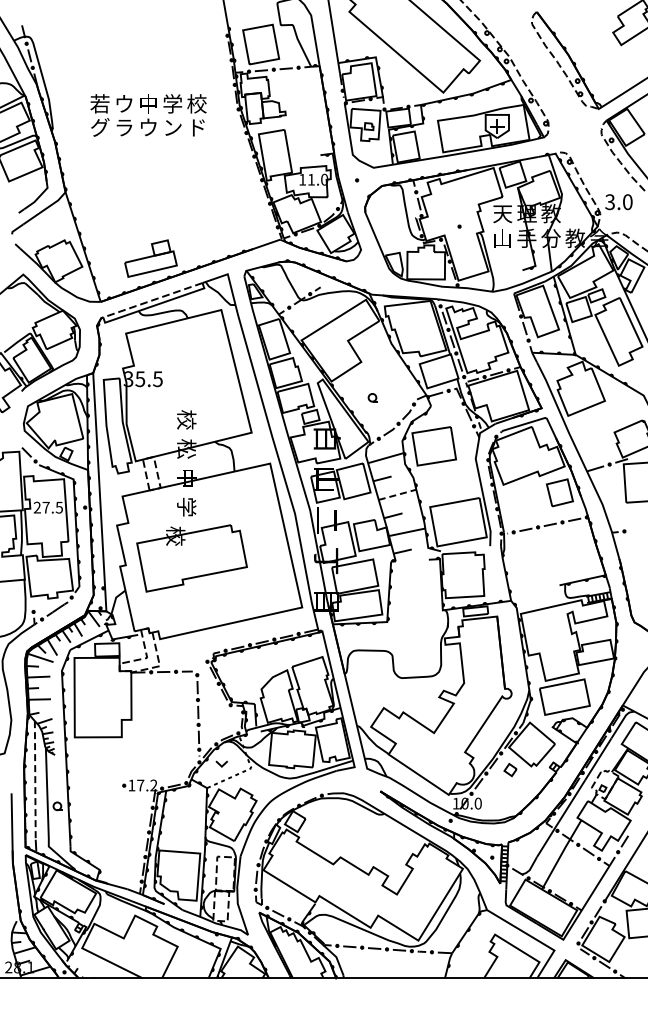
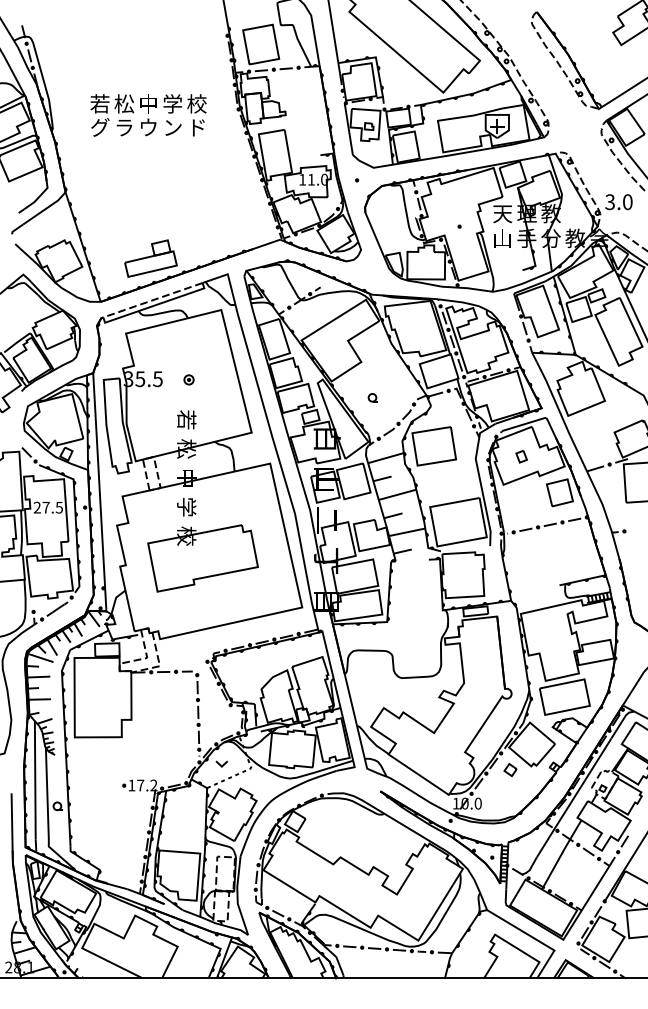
text at (124, 103): ウ -> 松
part at (188, 379): none -> present
text at (186, 419): 校 -> 若
part at (521, 456): none -> present
line at (398, 494): dashed -> solid
part at (191, 558) position: (191, 558) -> (202, 558)
line at (35, 780): dashed -> solid
